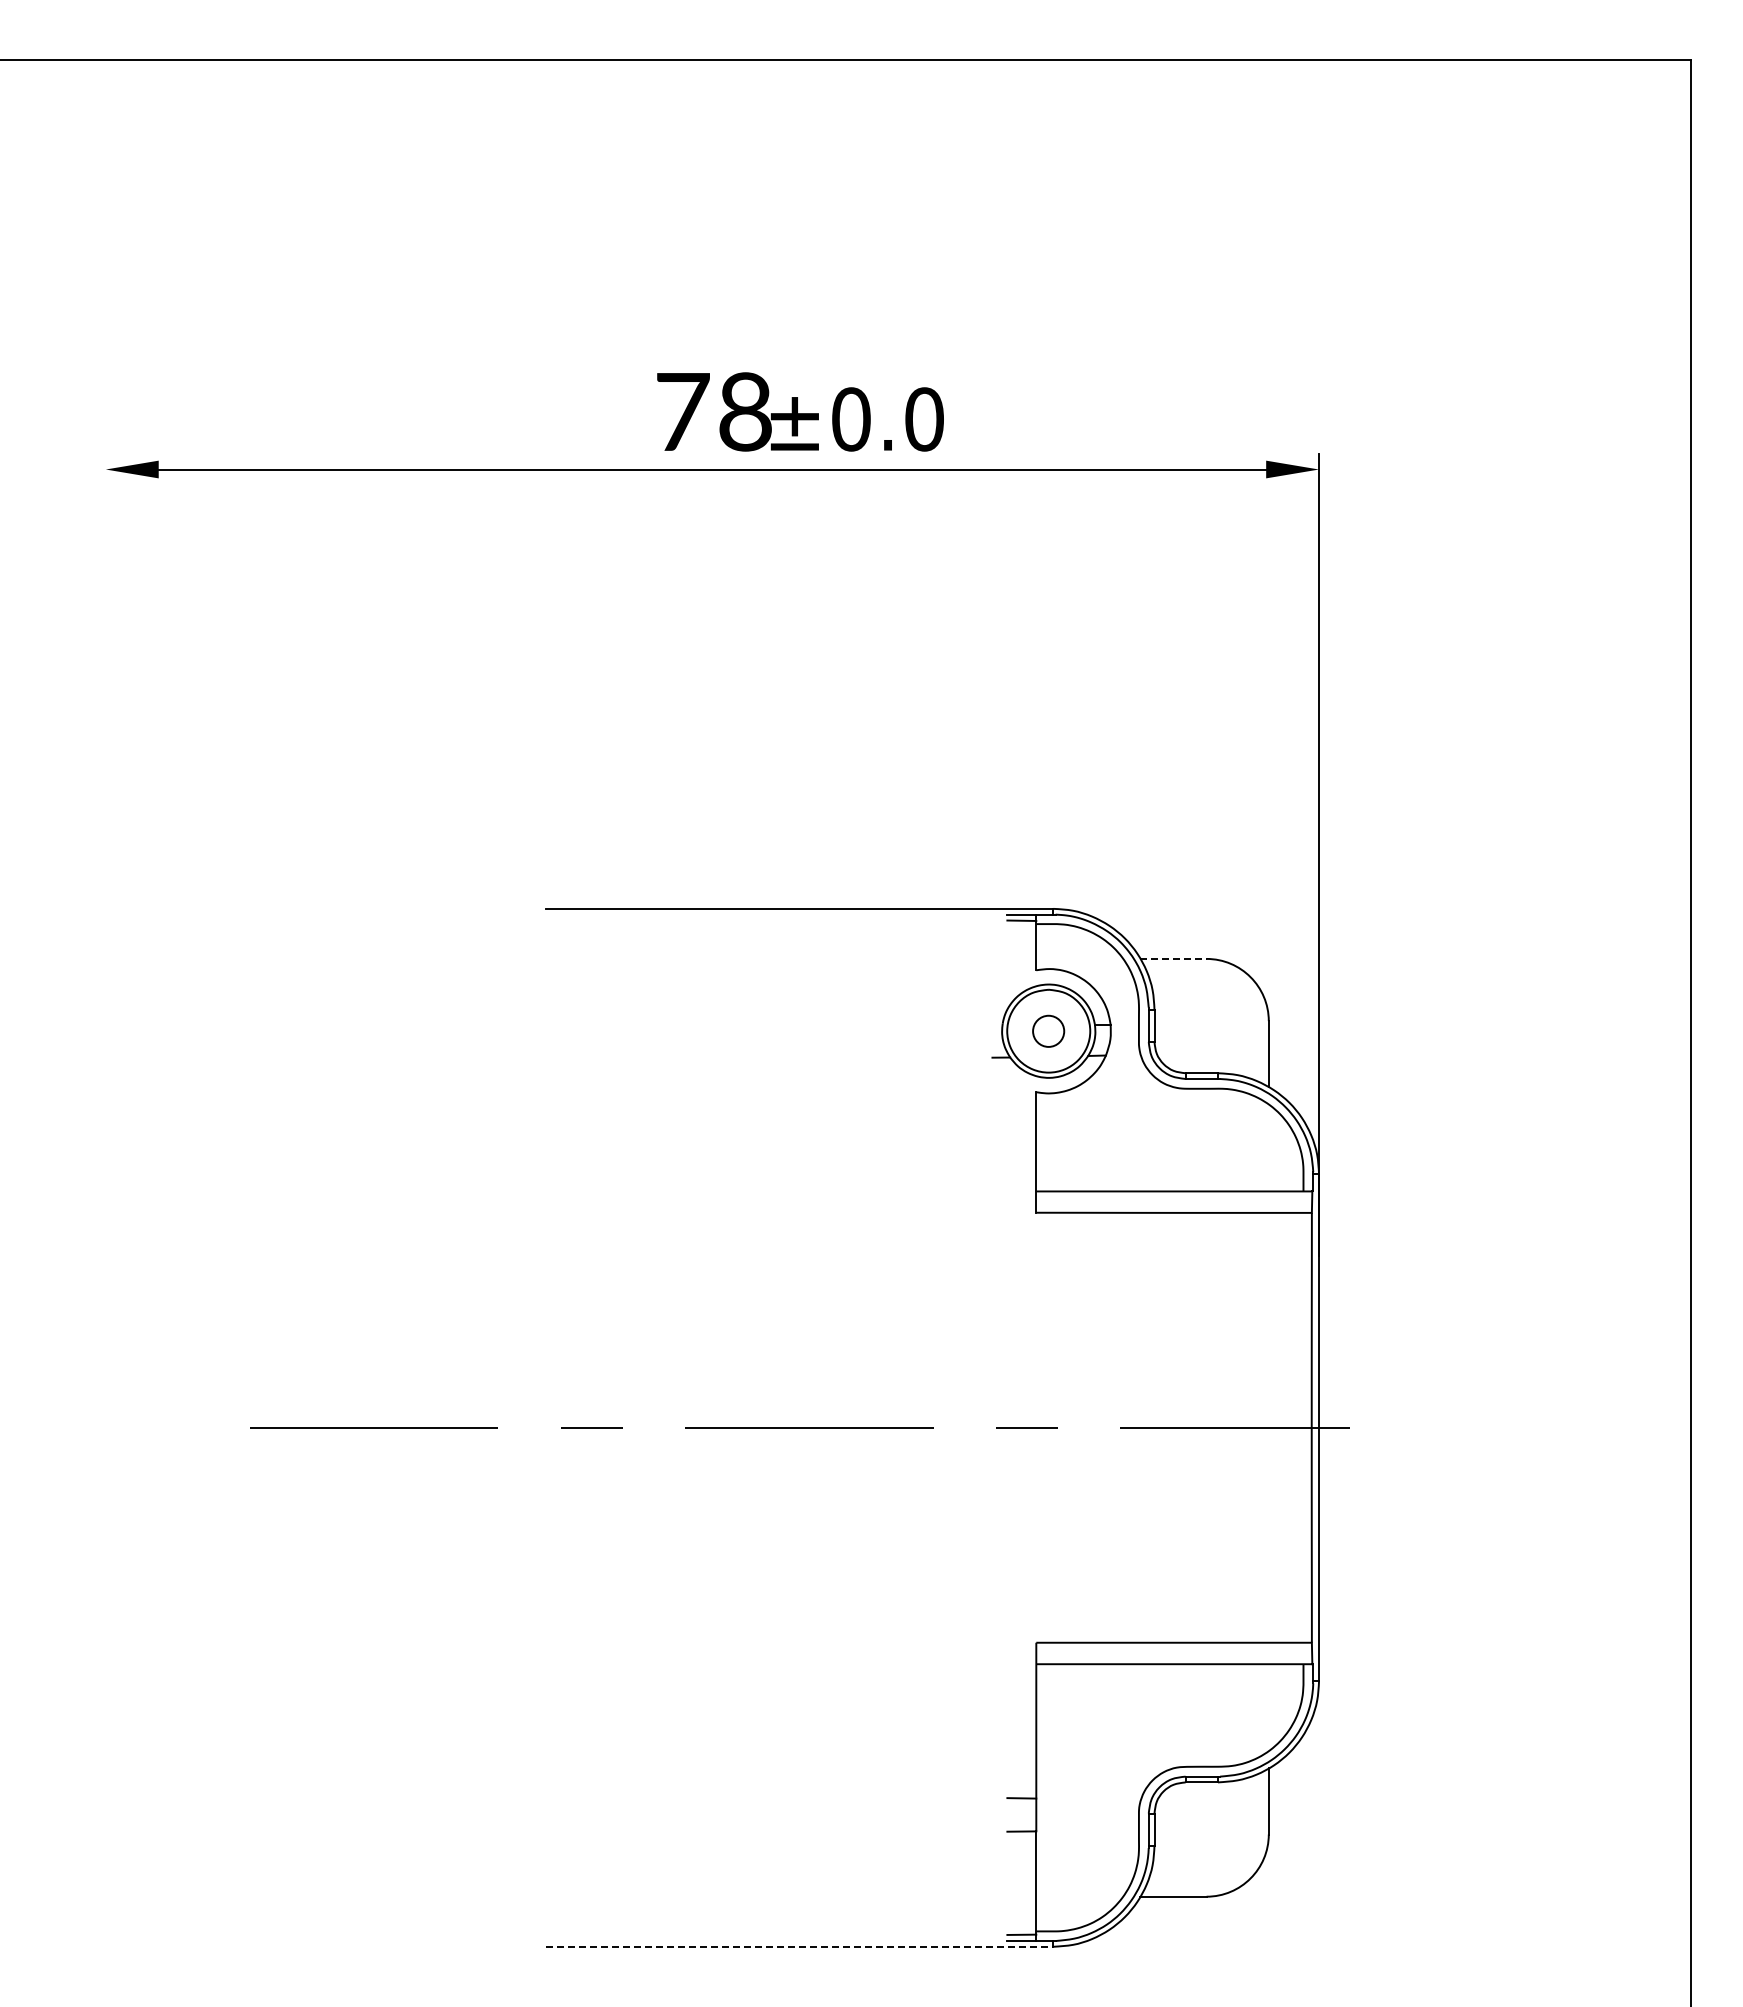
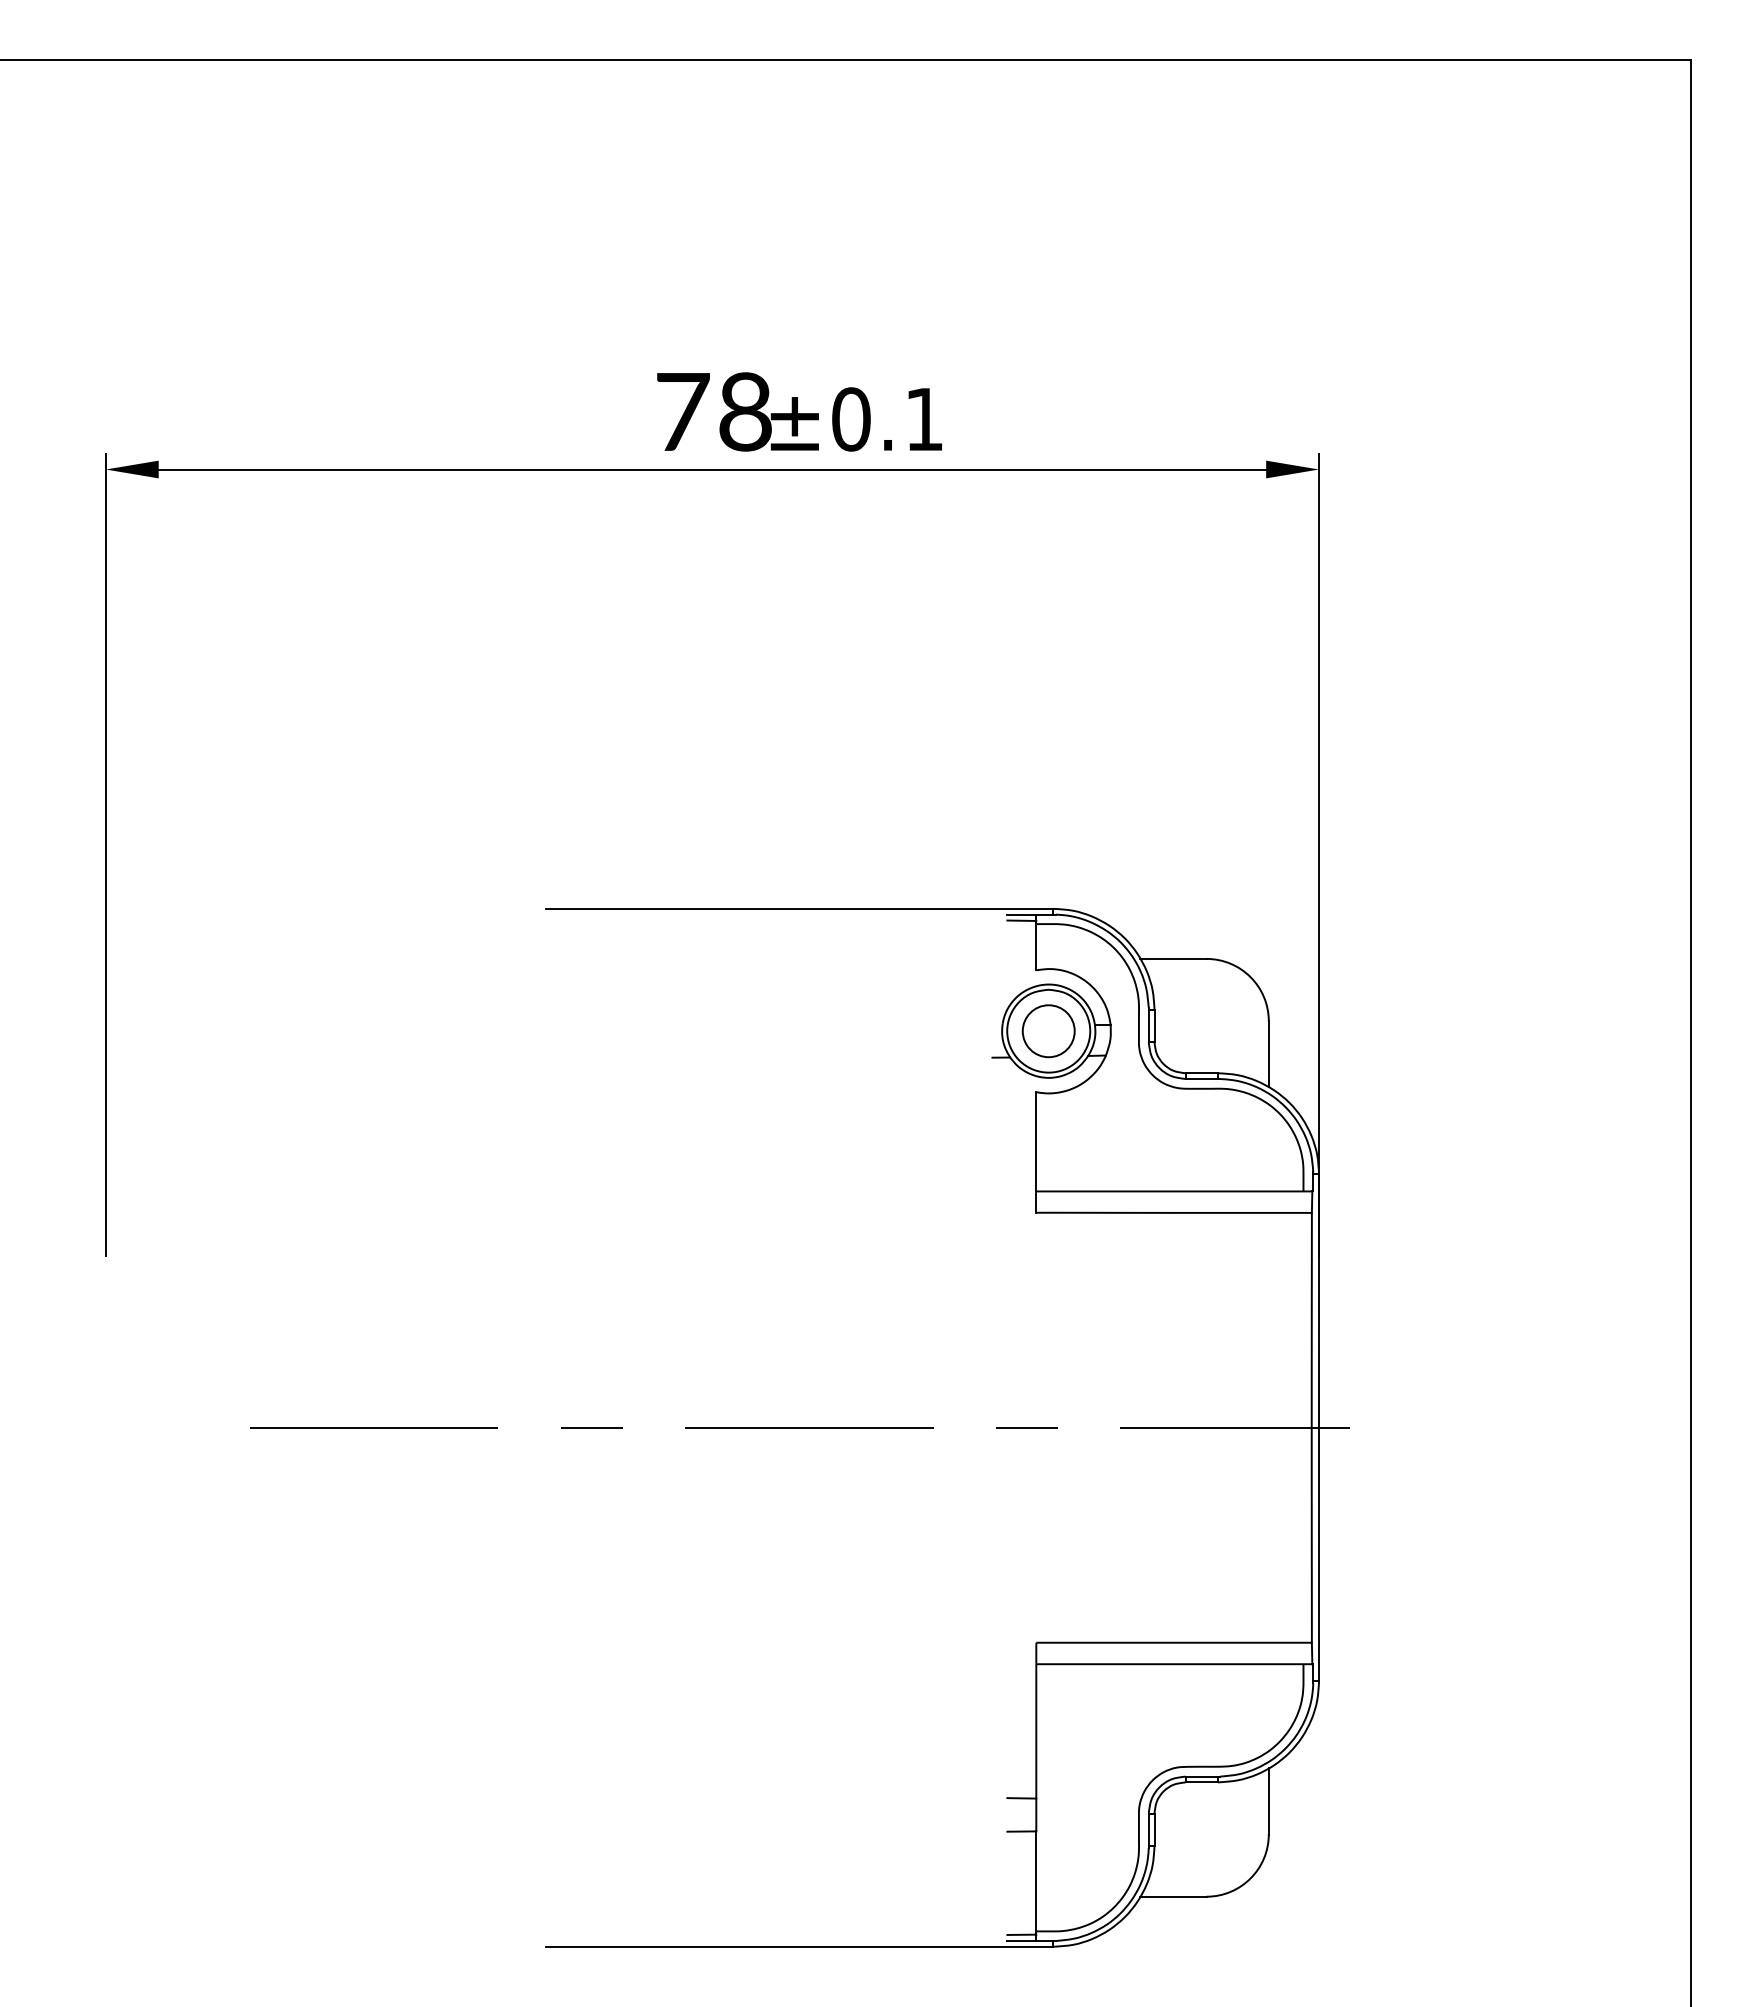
text at (924, 419): ±0.0 -> ±0.1
line at (105, 854): none -> present
line at (1173, 958): dashed -> solid
circle at (1048, 1030) size: 34x34 px -> 55x55 px
line at (800, 1946): dashed -> solid
